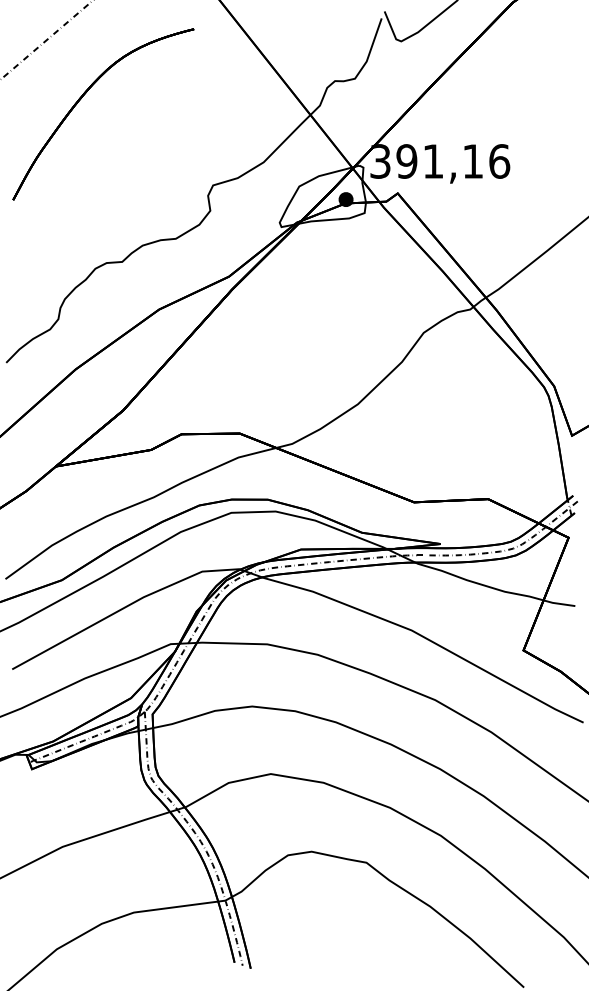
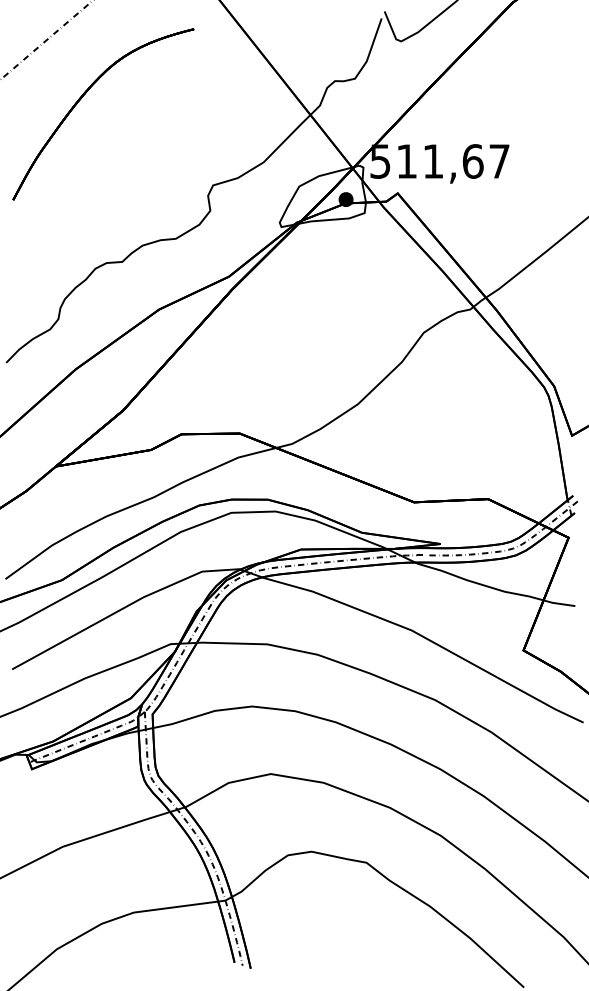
text at (440, 161): 391,16 -> 511,67
